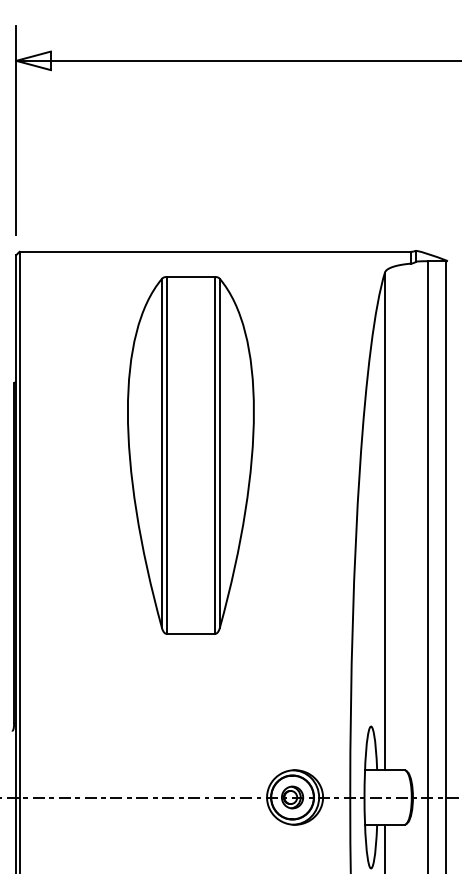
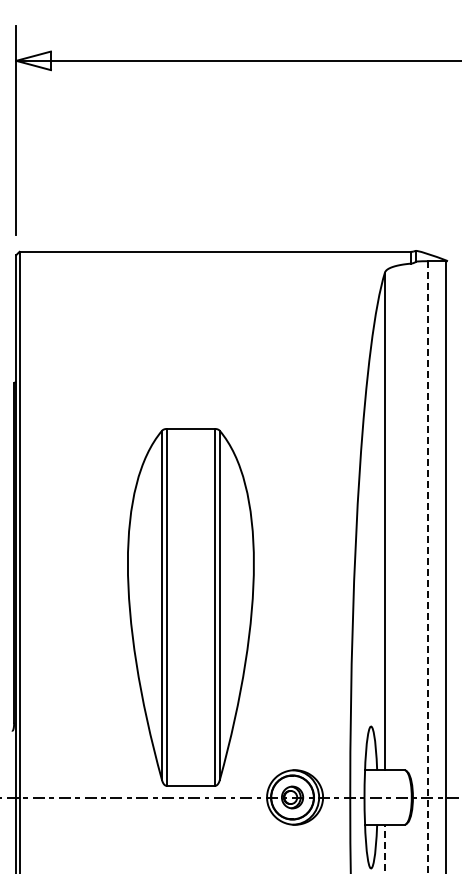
part at (190, 455) position: (190, 455) -> (190, 607)
line at (428, 568): solid -> dashed
line at (384, 848): solid -> dashed
